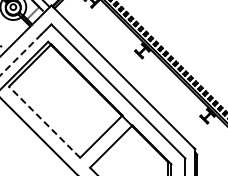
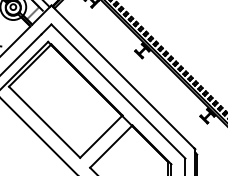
line at (21, 54): dashed -> solid
line at (44, 121): dashed -> solid
